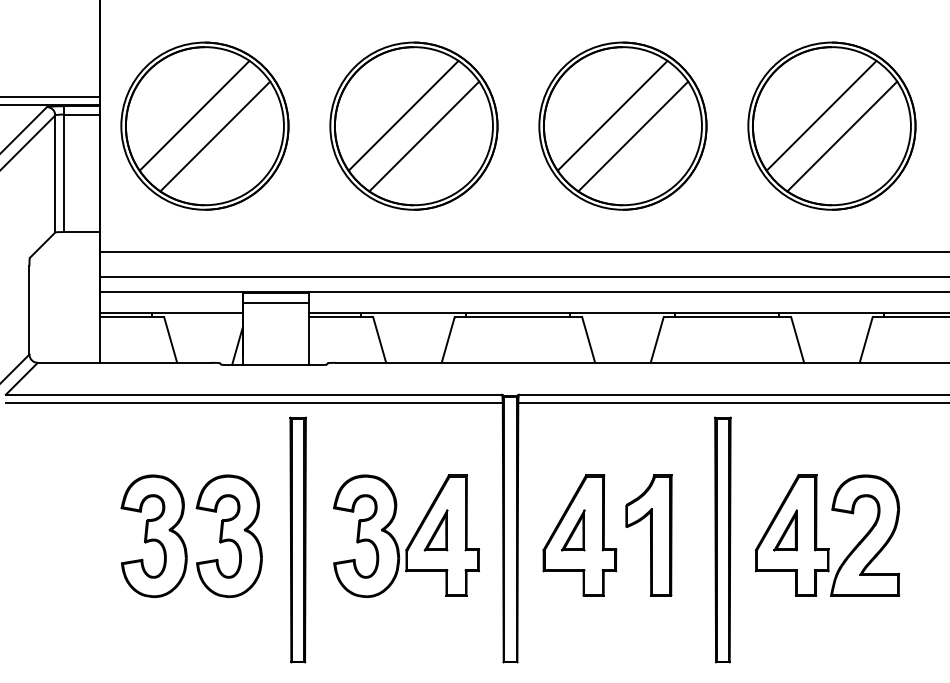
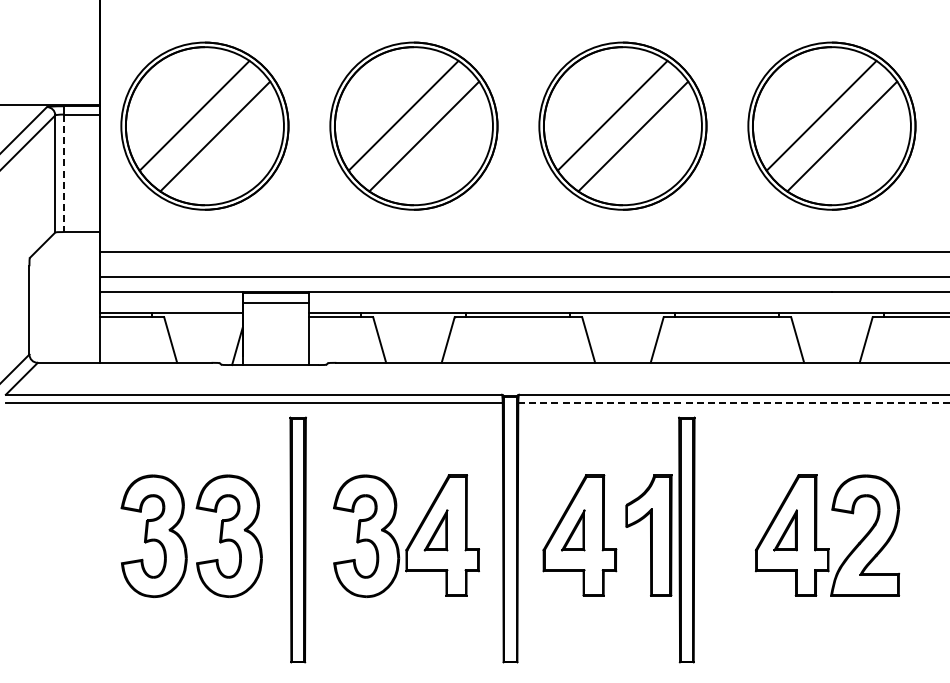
line at (51, 97): present -> none
line at (63, 173): solid -> dashed
line at (734, 402): solid -> dashed
part at (722, 539) position: (722, 539) -> (686, 539)
